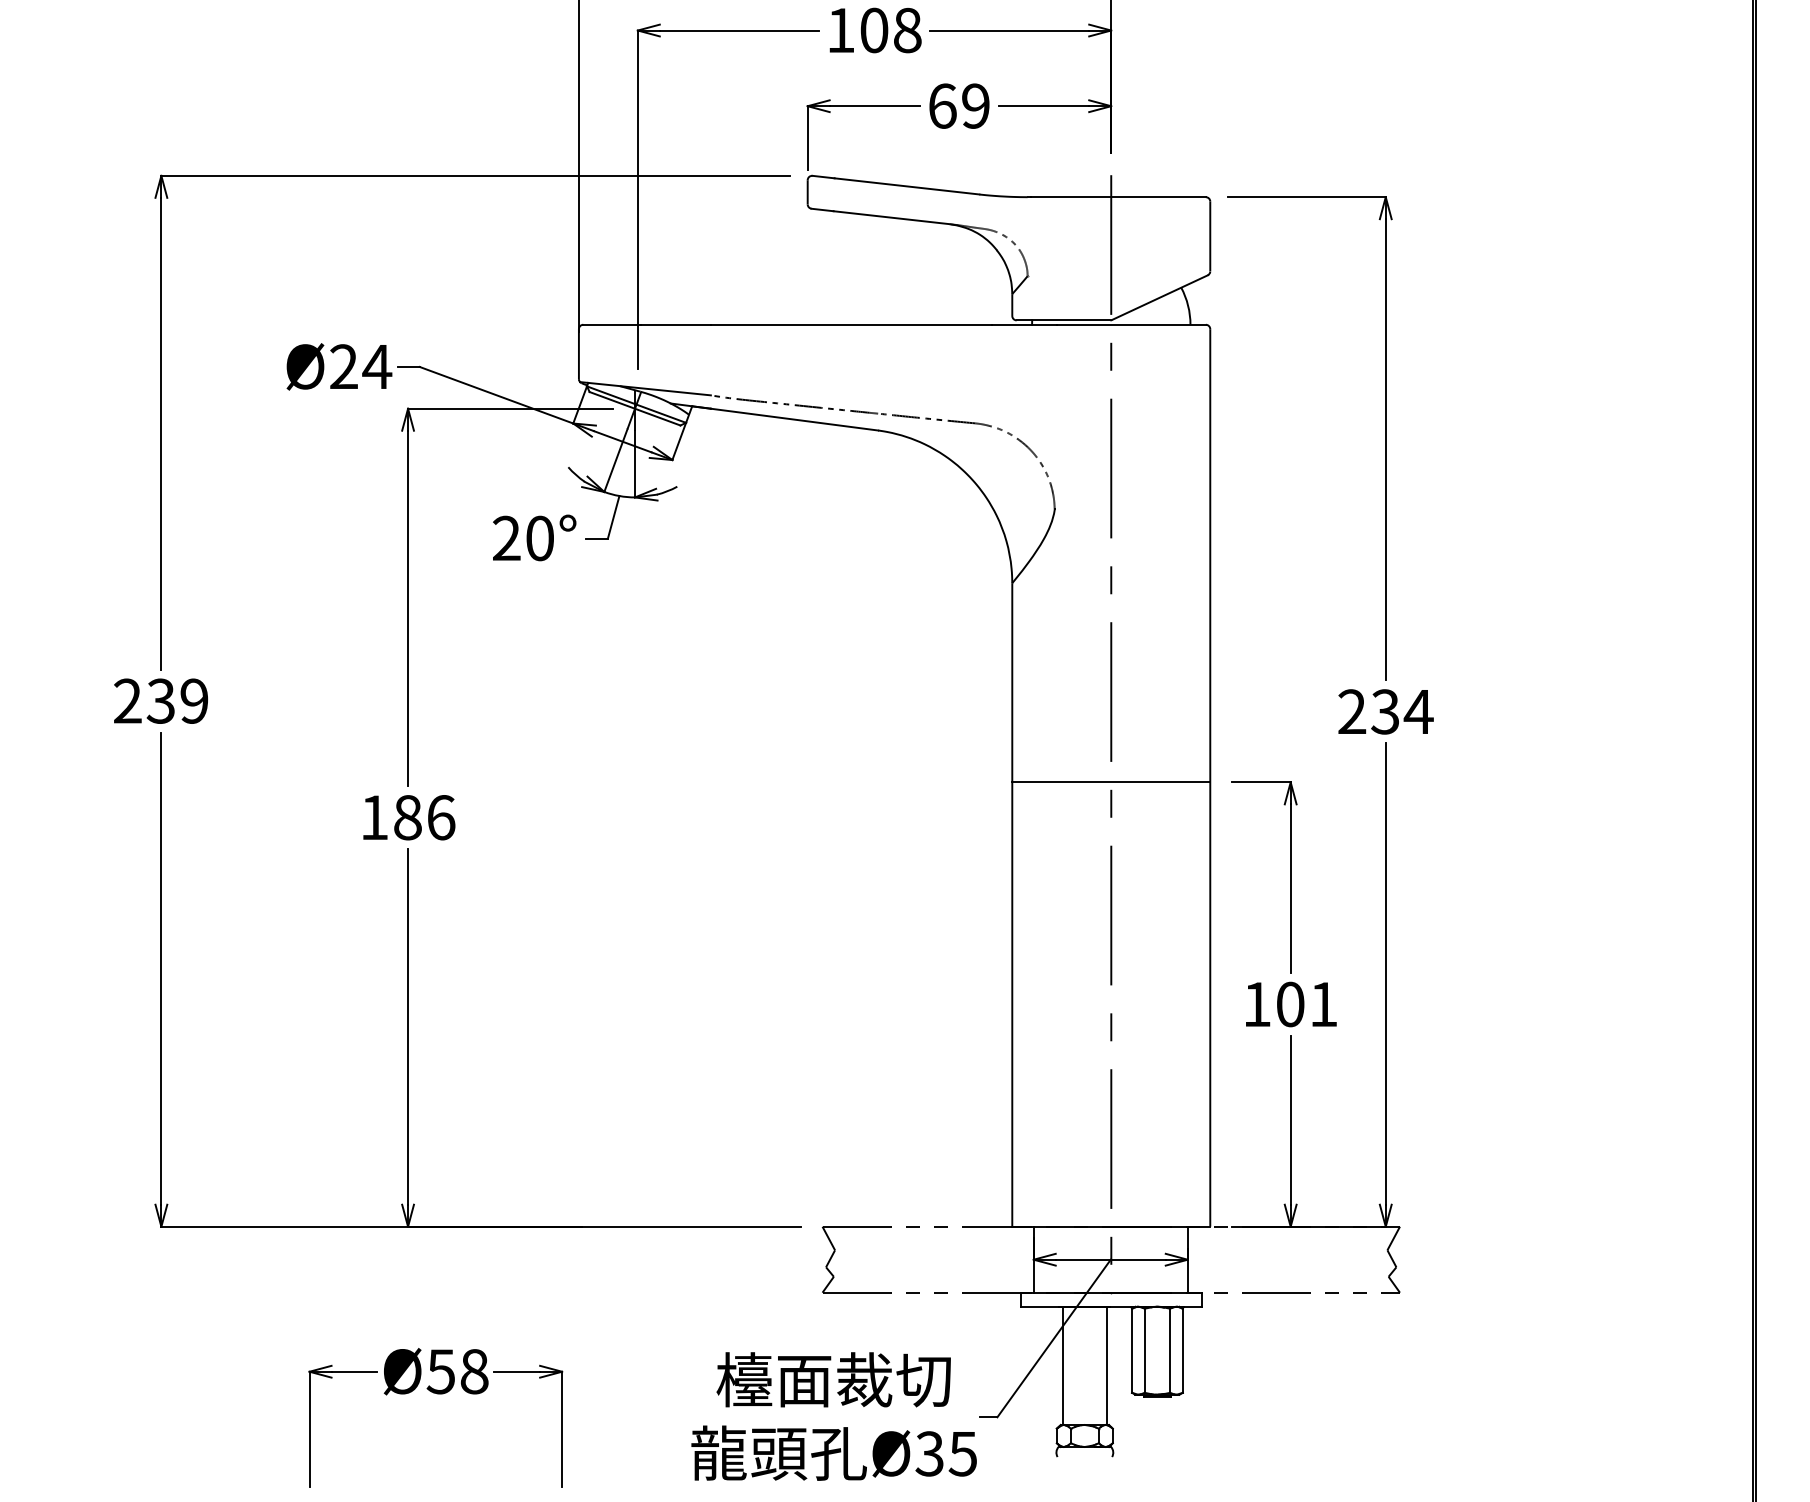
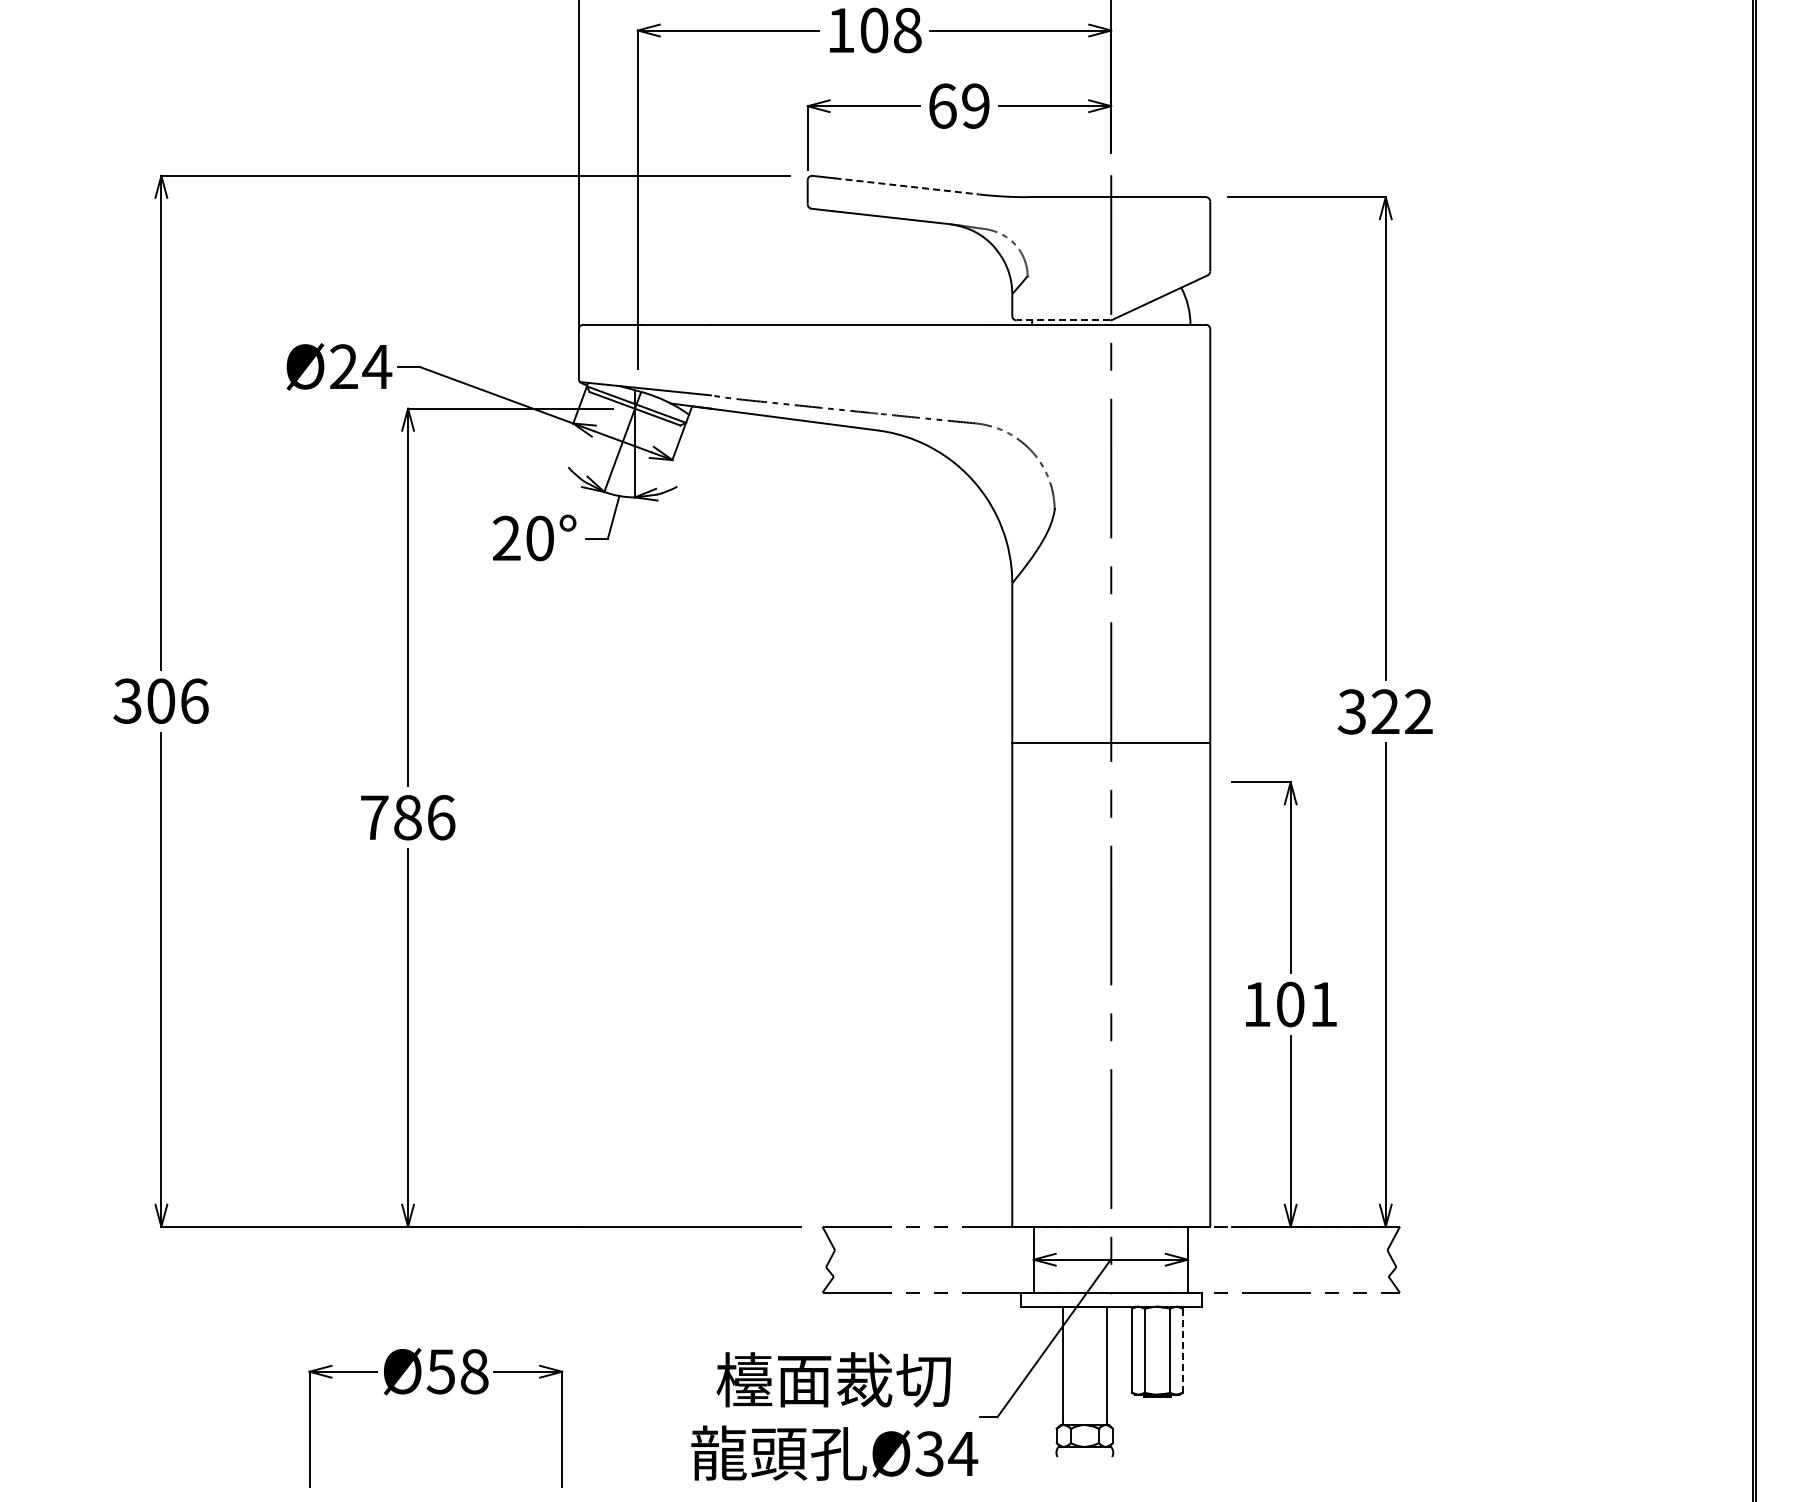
line at (906, 186): solid -> dashed
line at (1063, 320): solid -> dashed
text at (160, 700): 239 -> 306
text at (1385, 711): 234 -> 322
line at (1111, 782) position: (1111, 782) -> (1111, 743)
text at (374, 817): 186 -> 786
line at (1182, 1350): solid -> dashed
text at (963, 1454): 35 -> 34
